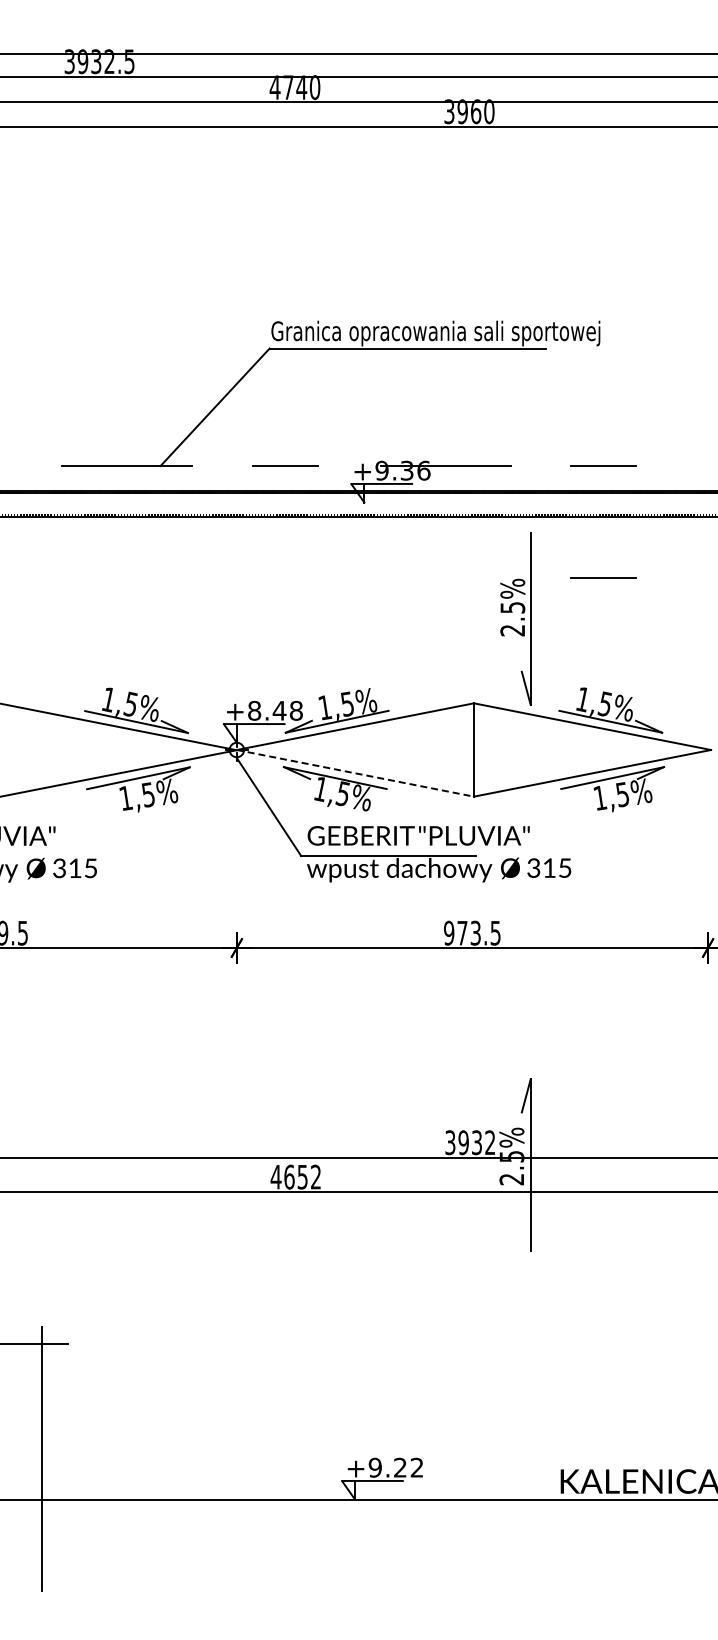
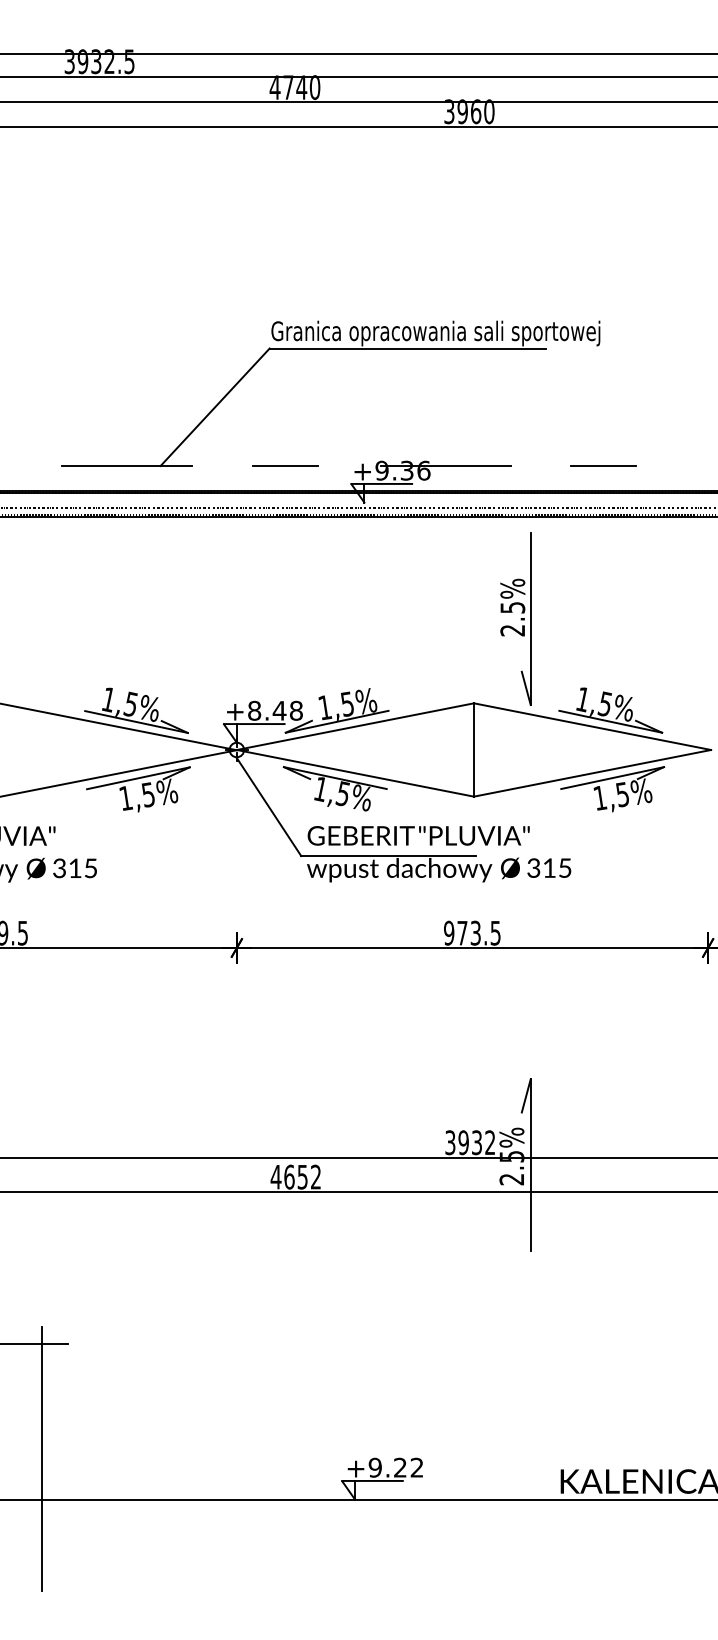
line at (358, 507): none -> present
line at (603, 577): present -> none
line at (355, 773): dashed -> solid
